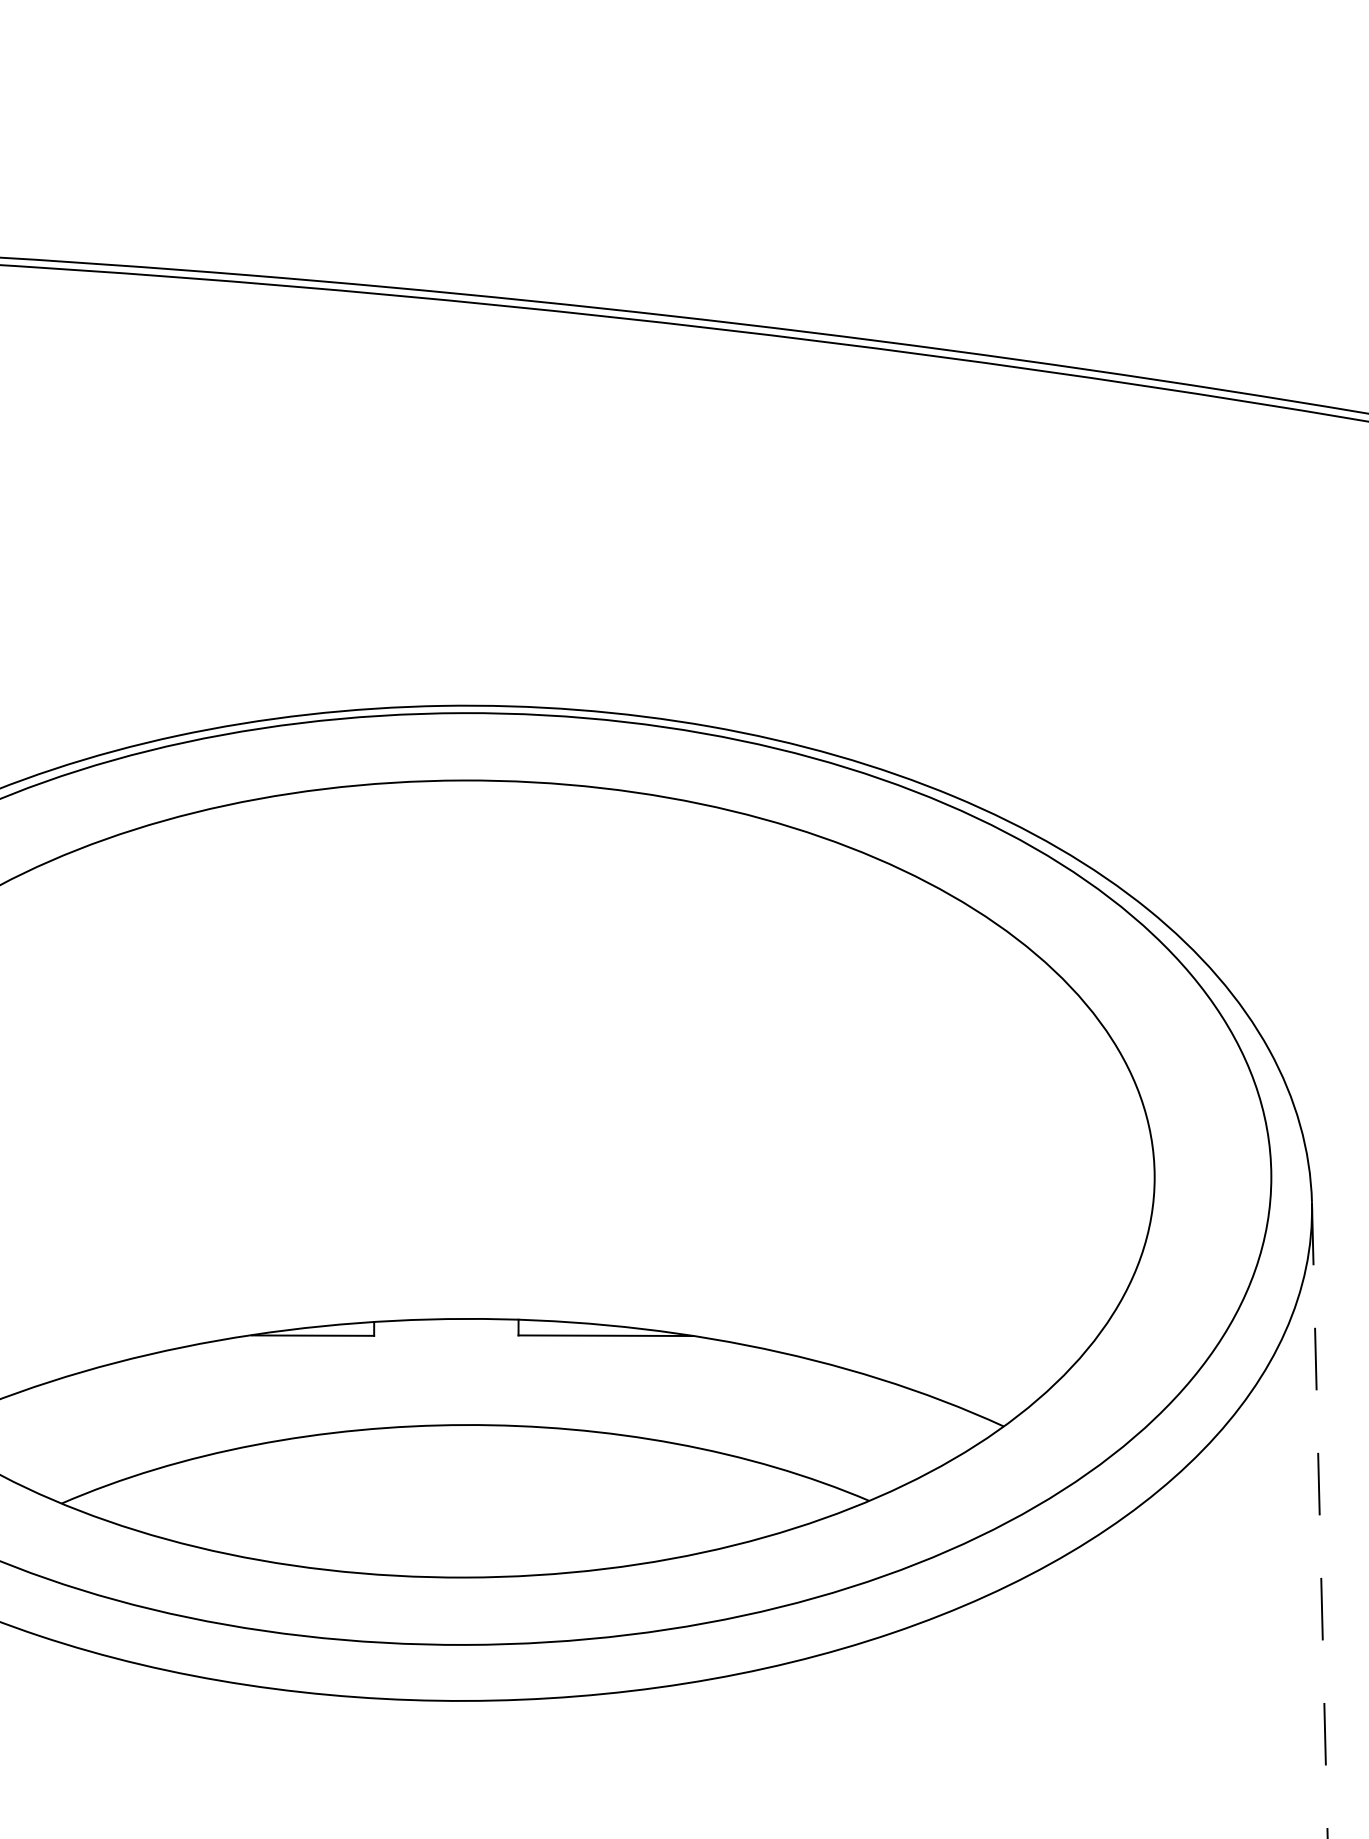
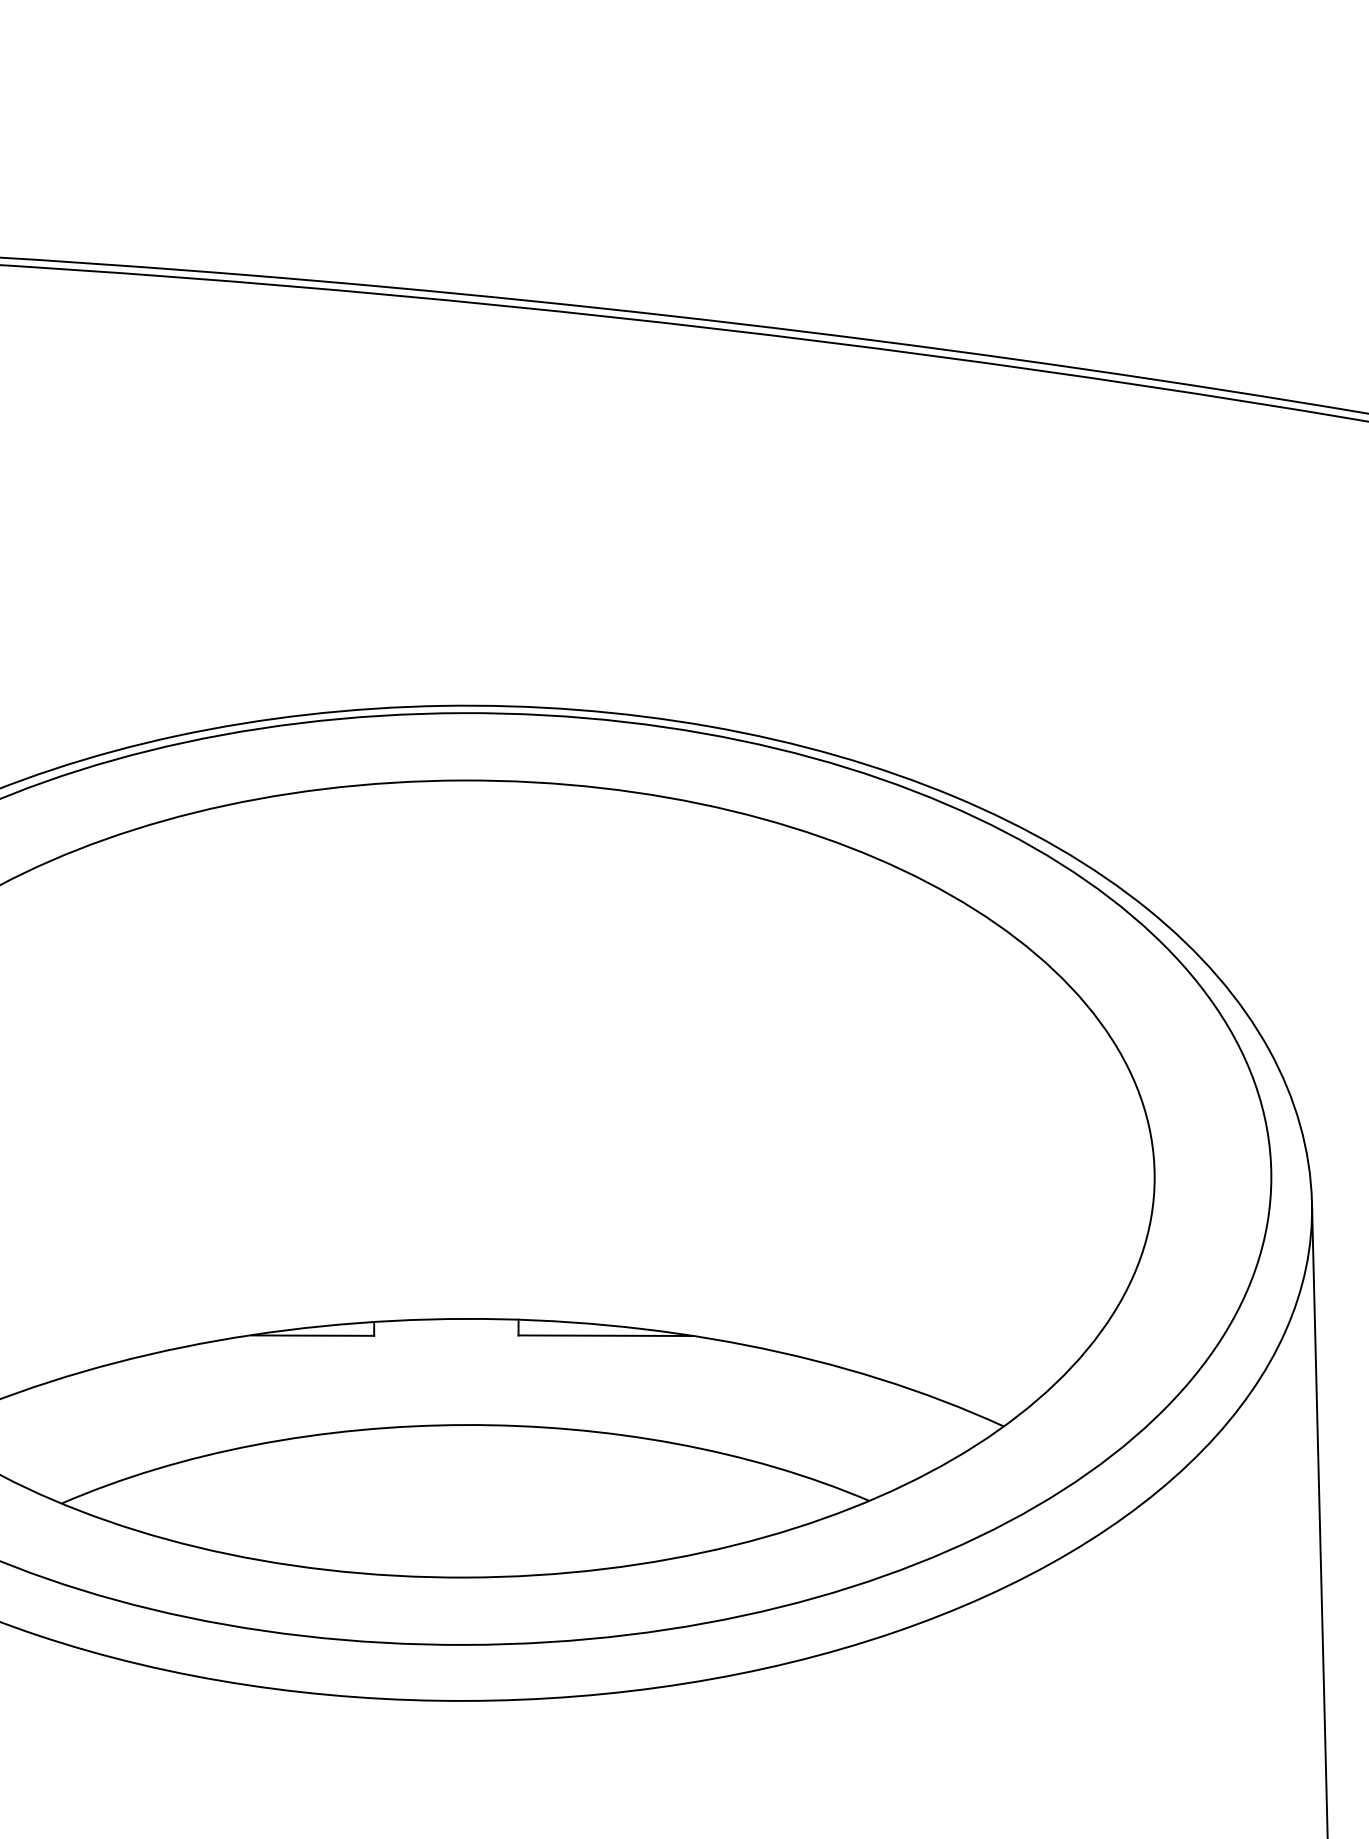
line at (1319, 1520): dashed -> solid
